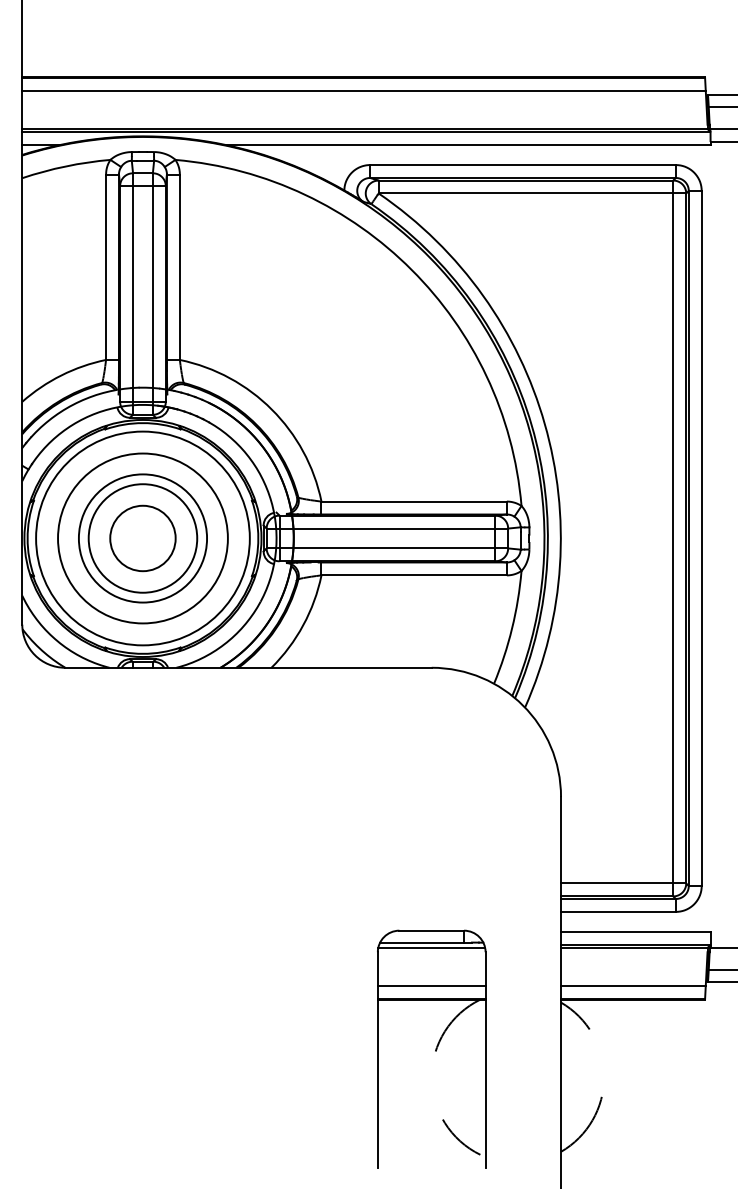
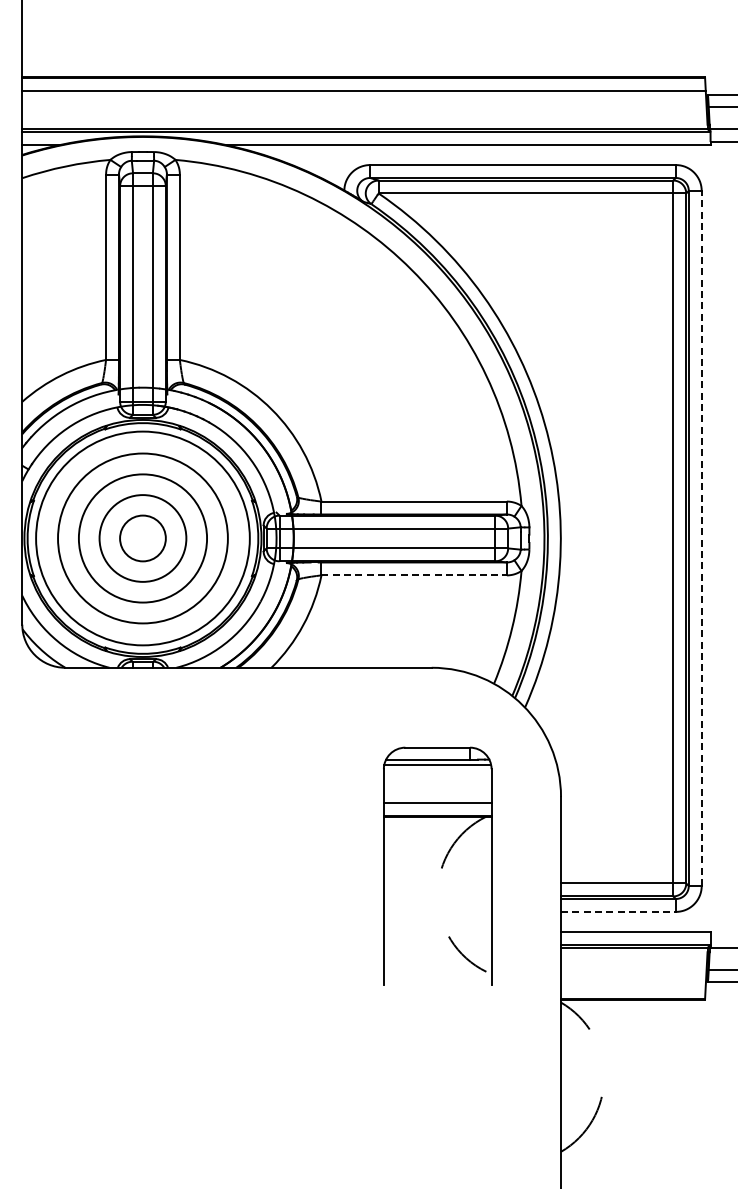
circle at (142, 538) diameter: 109 px -> 87 px
circle at (142, 538) diameter: 65 px -> 46 px
line at (701, 538): solid -> dashed
line at (414, 575): solid -> dashed
line at (618, 911): solid -> dashed
line at (633, 985): present -> none
part at (431, 1048) position: (431, 1048) -> (437, 865)
